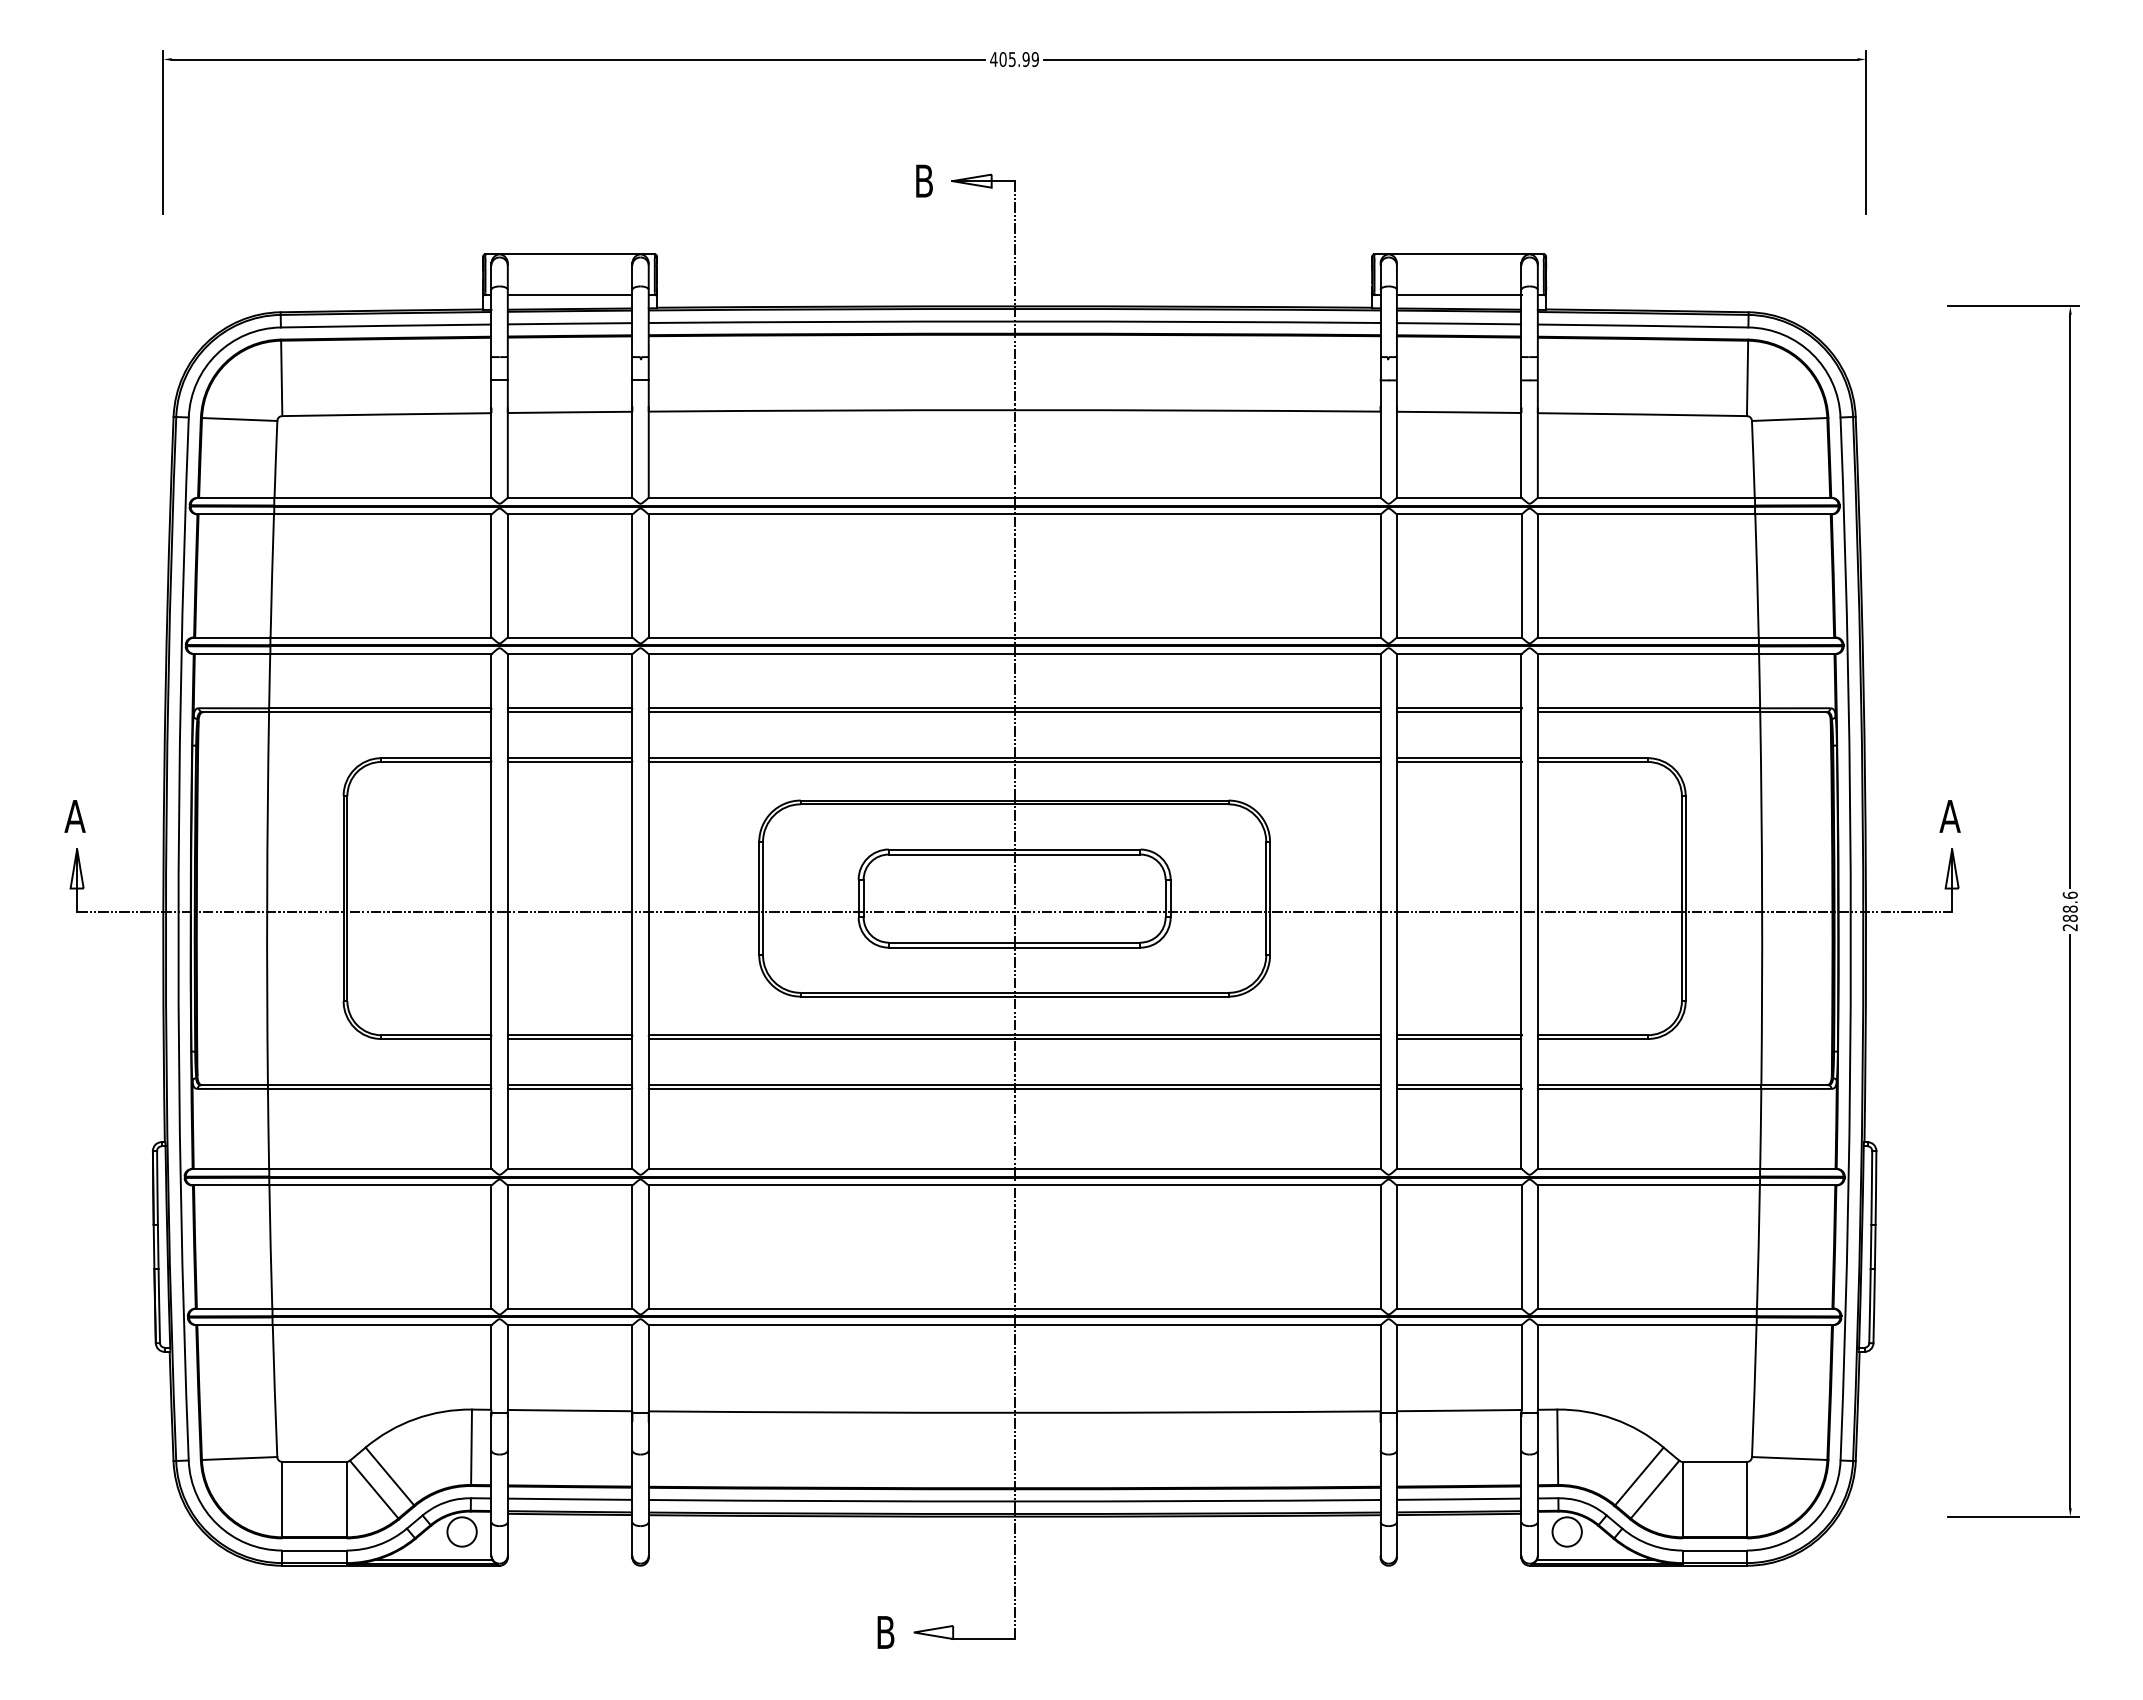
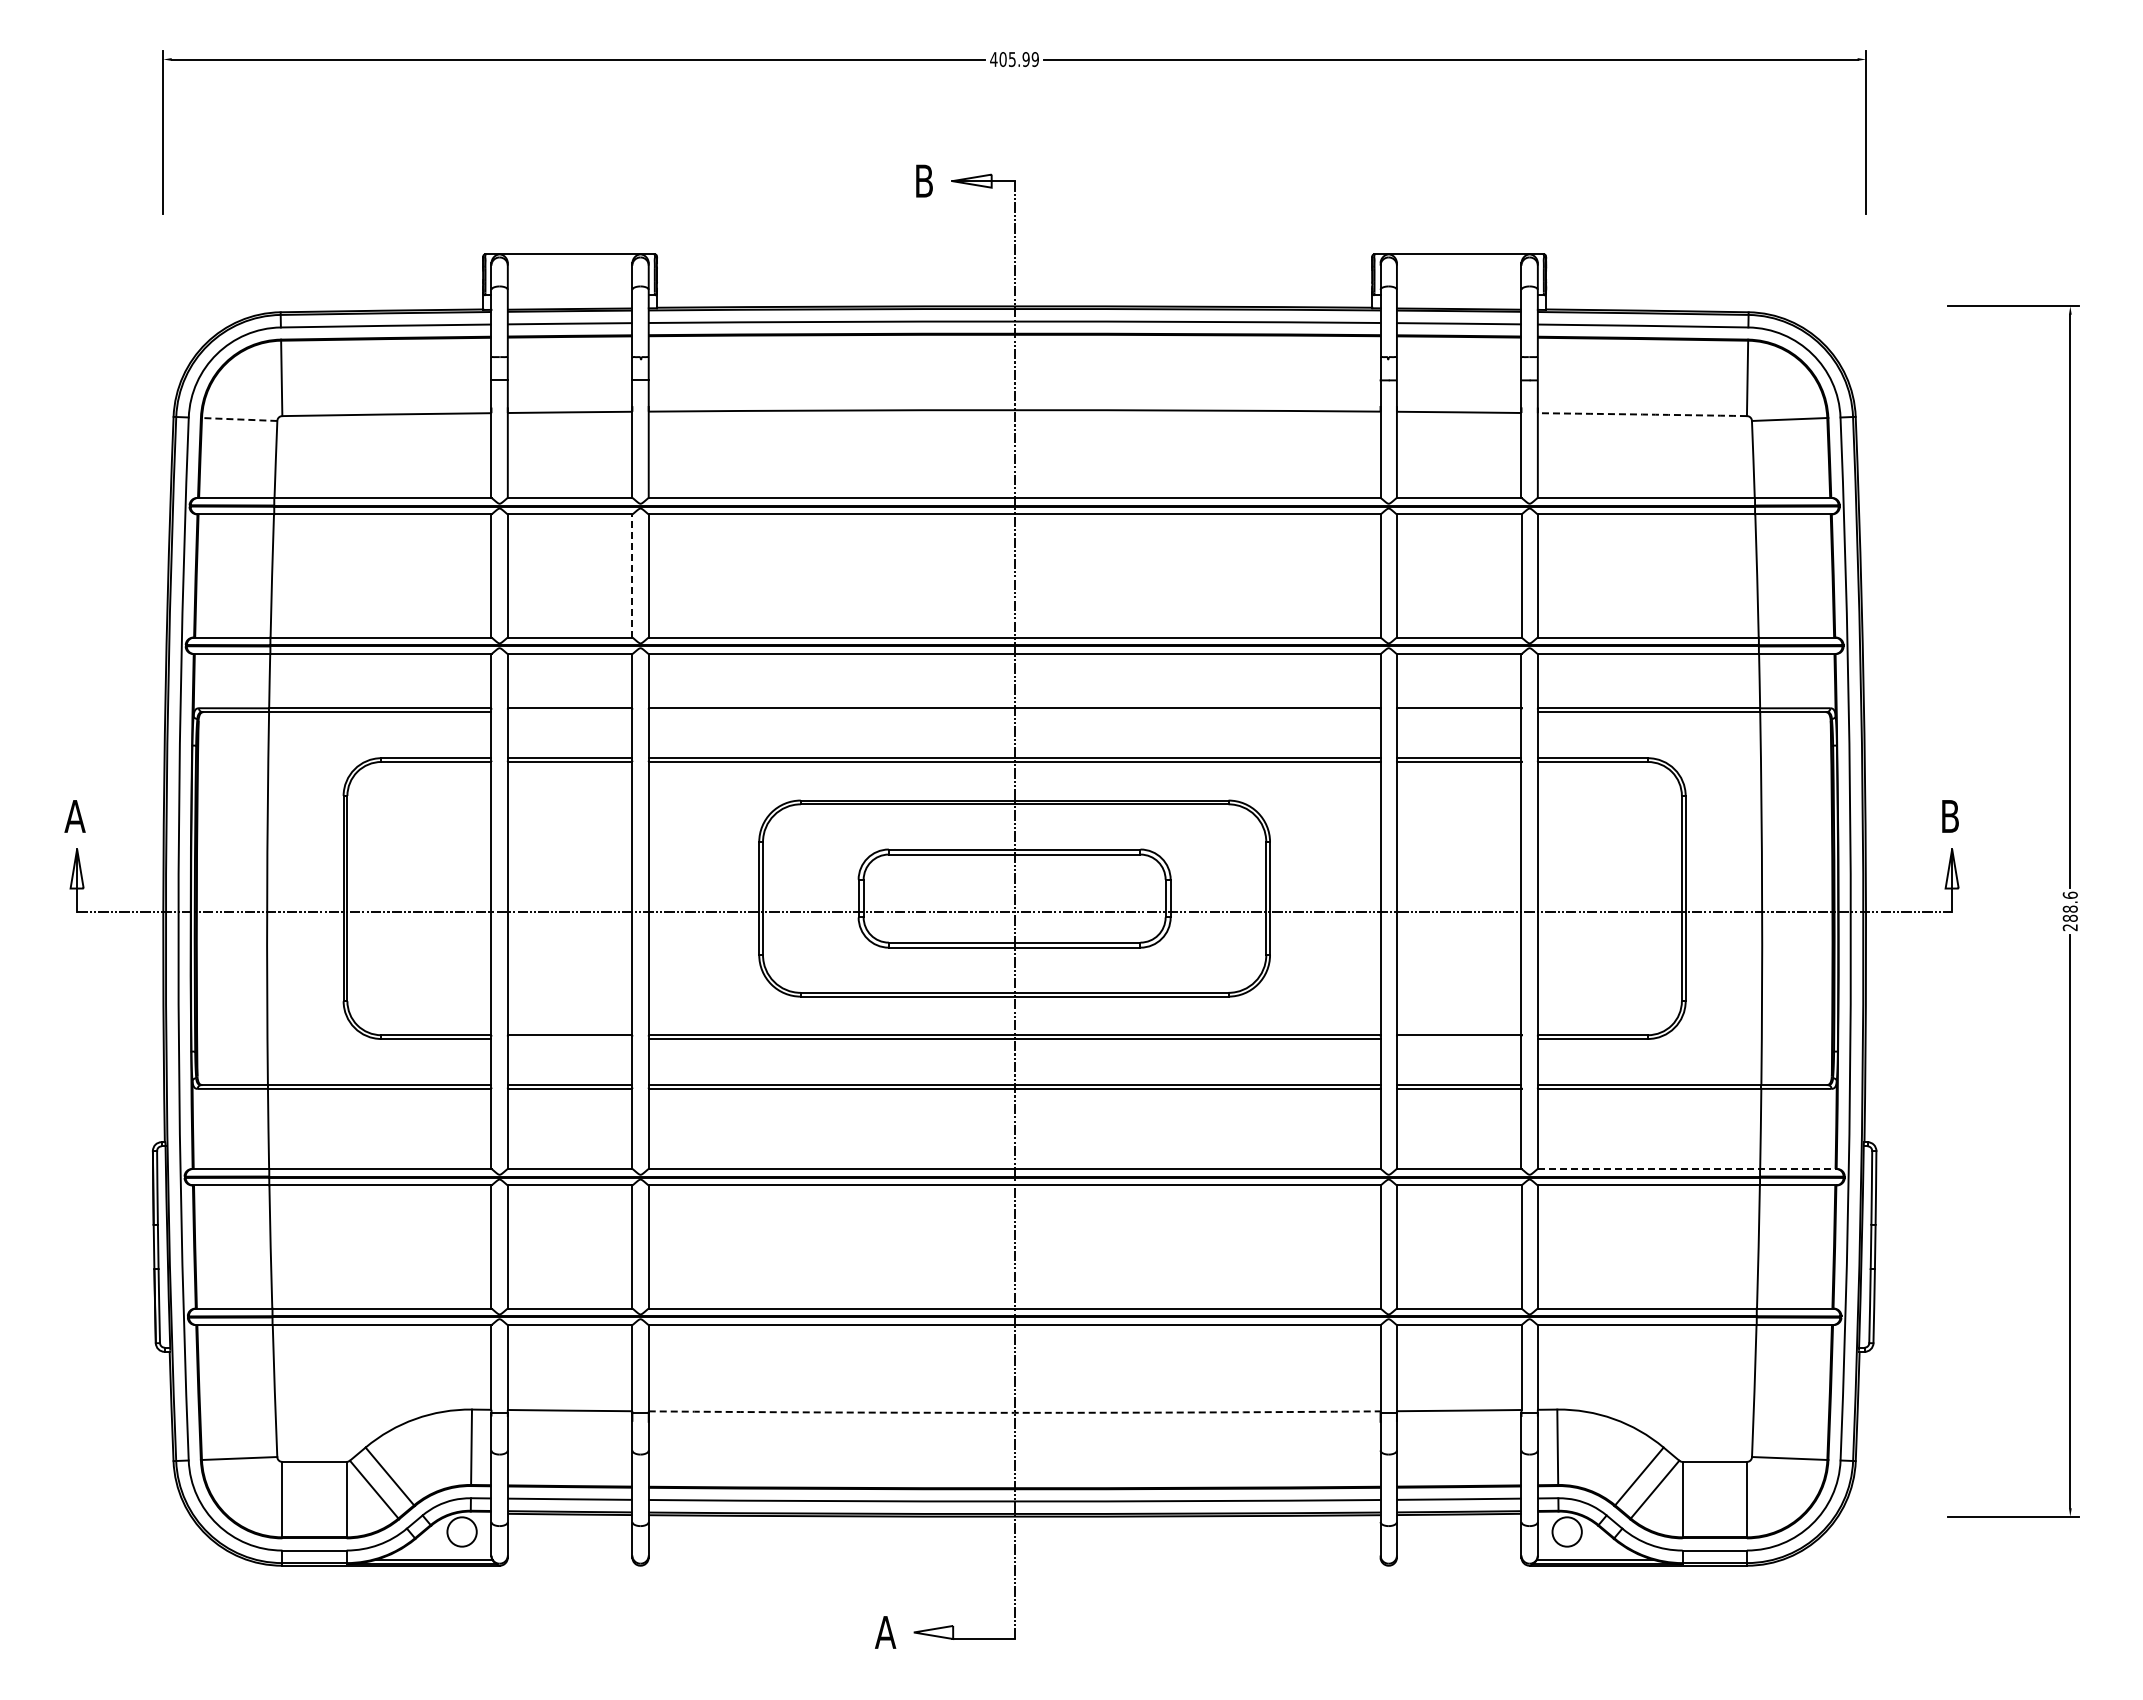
line at (569, 295): present -> none
line at (1458, 295): present -> none
arc at (1642, 414): solid -> dashed
line at (238, 419): solid -> dashed
line at (632, 575): solid -> dashed
line at (569, 712): present -> none
line at (1014, 712): present -> none
line at (1458, 712): present -> none
text at (1949, 816): A -> B
line at (569, 1039): present -> none
line at (1458, 1039): present -> none
line at (1687, 1169): solid -> dashed
arc at (1014, 1412): solid -> dashed
text at (885, 1632): B -> A
